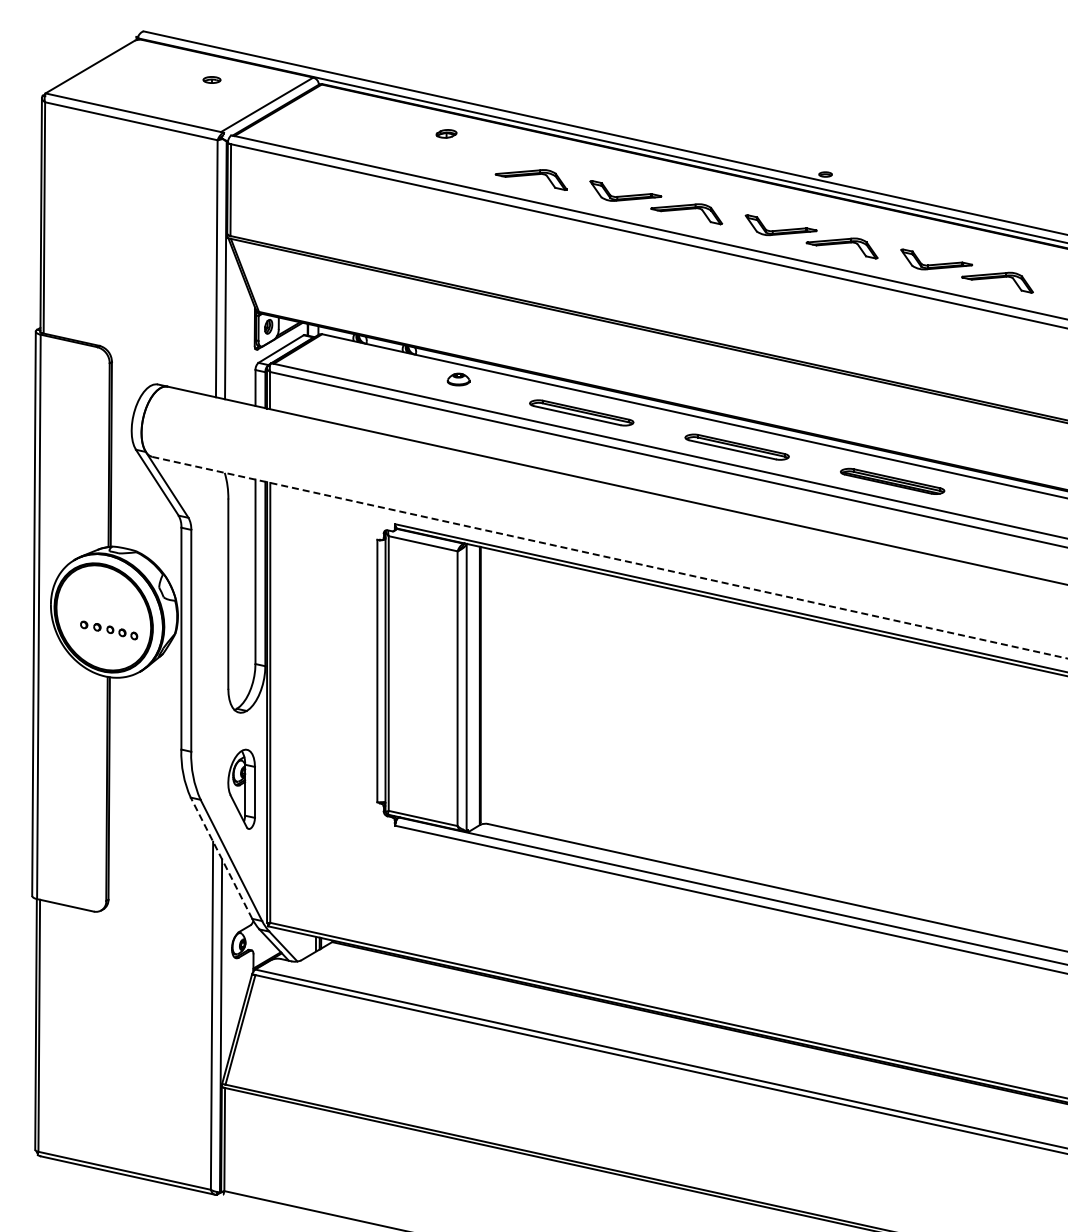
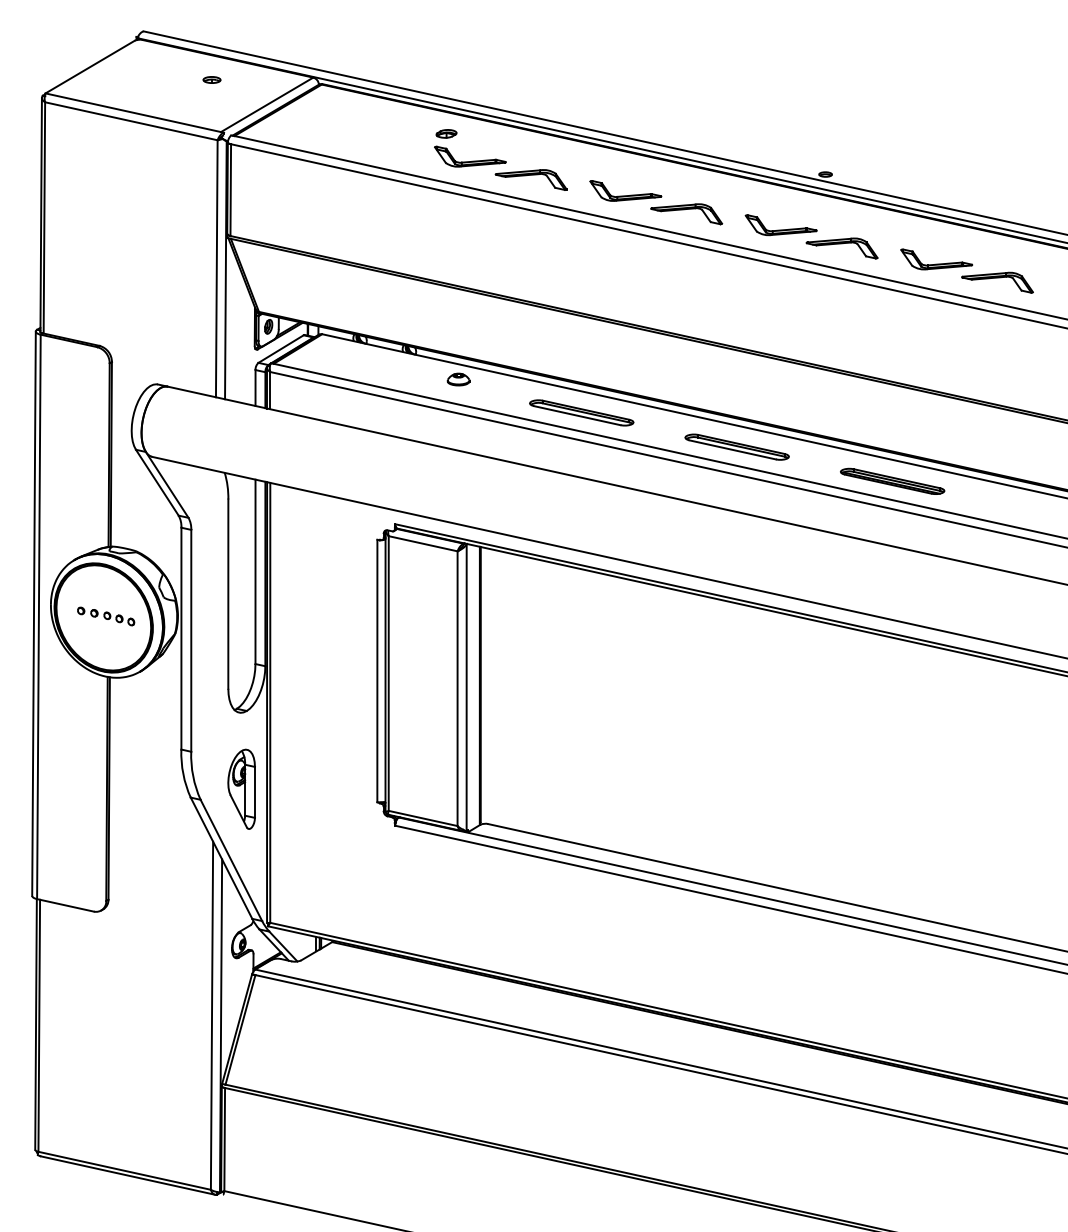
part at (470, 156): none -> present
line at (610, 557): dashed -> solid
part at (109, 630) position: (109, 630) -> (106, 616)
line at (221, 858): dashed -> solid
